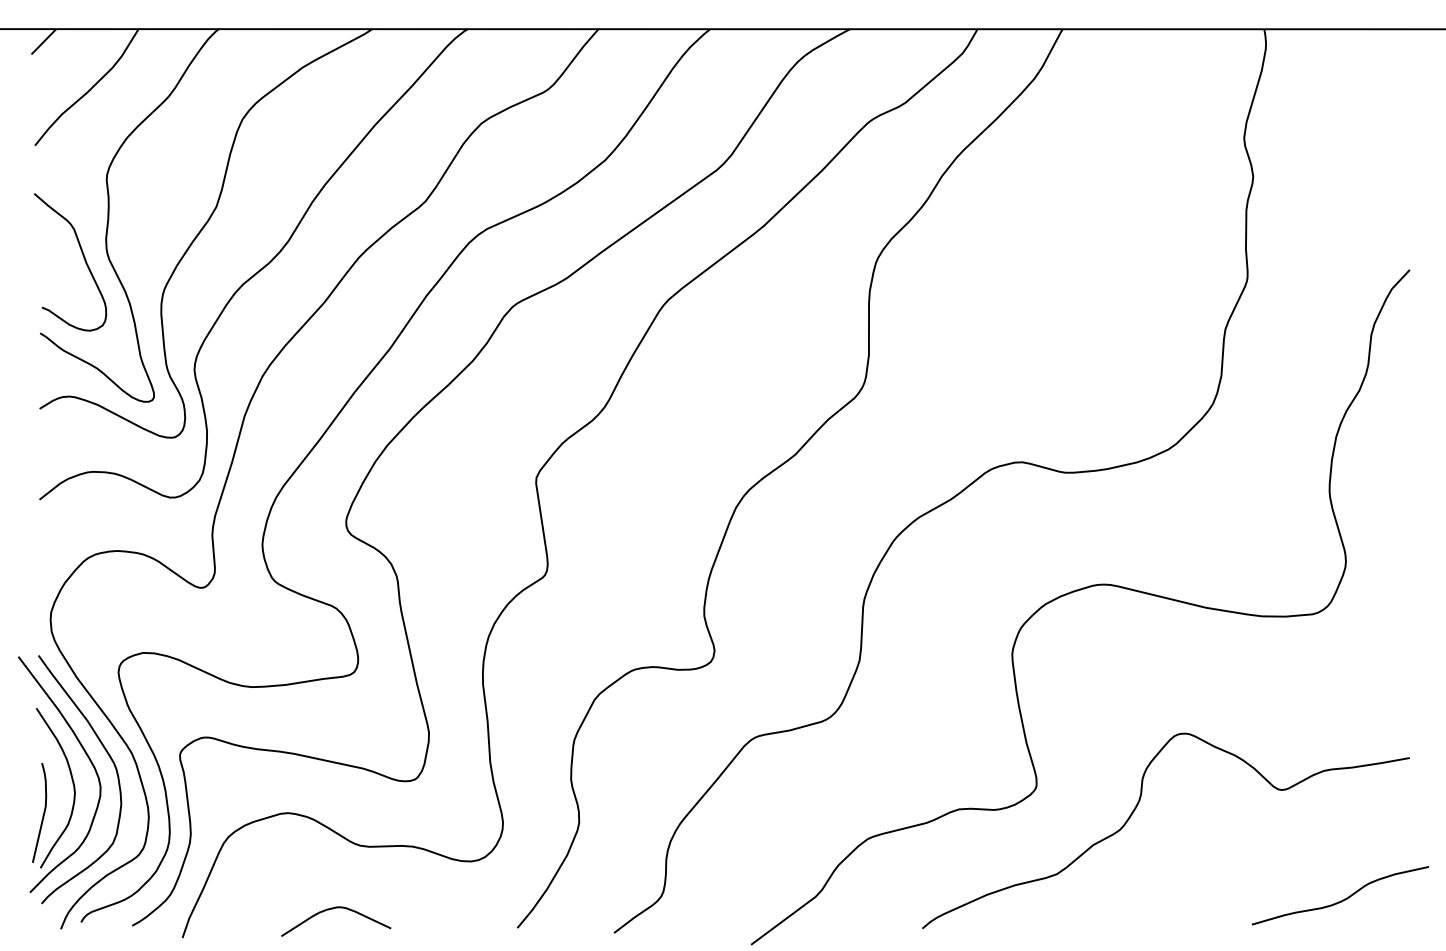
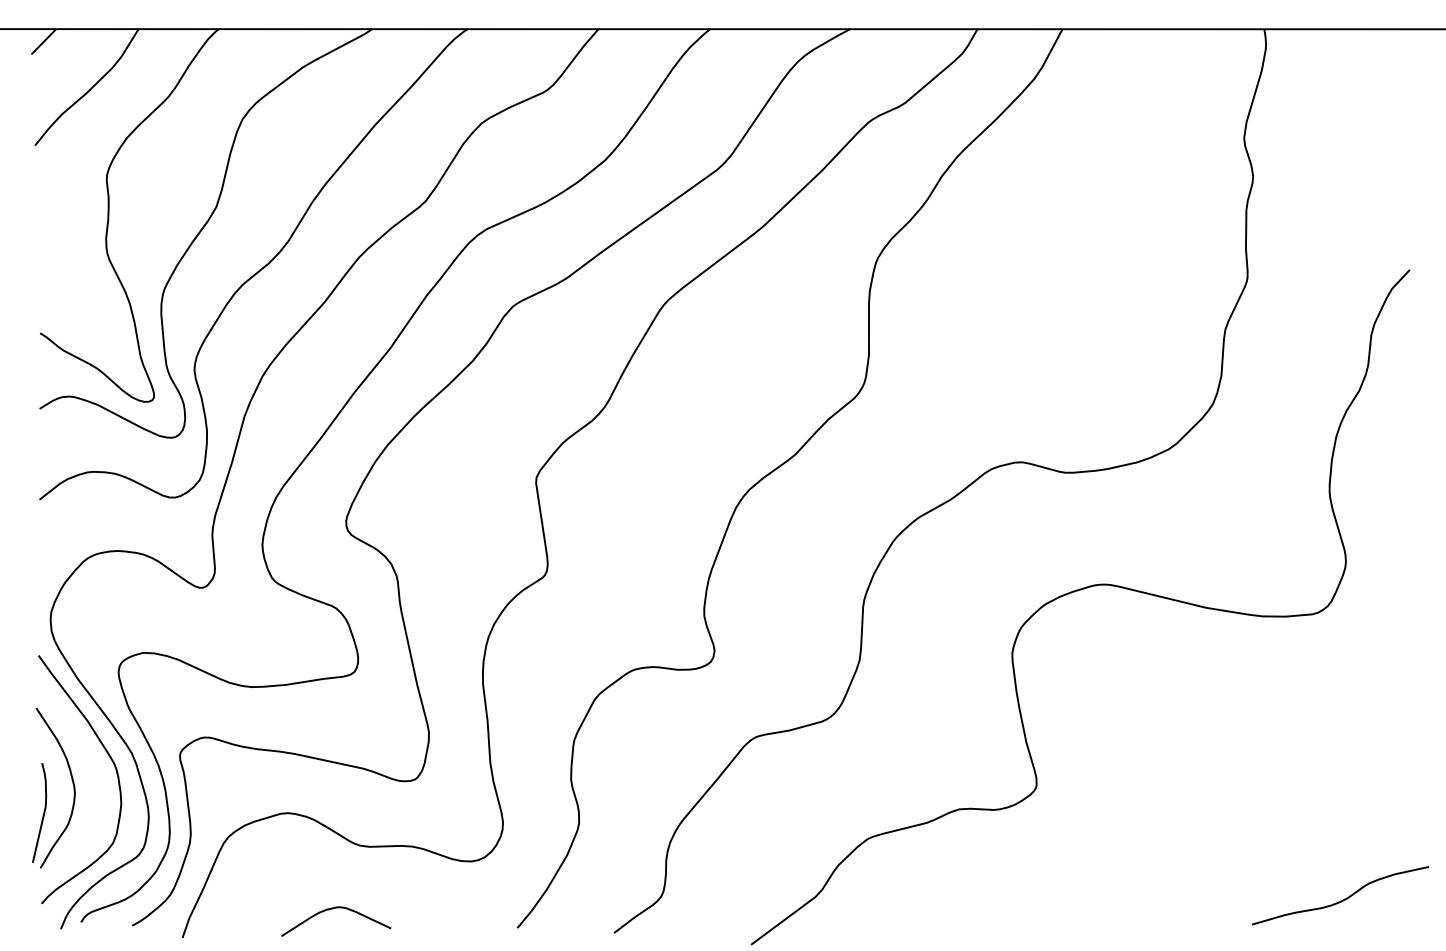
curve at (83, 258): present -> none
curve at (88, 759): present -> none
curve at (1135, 810): present -> none
